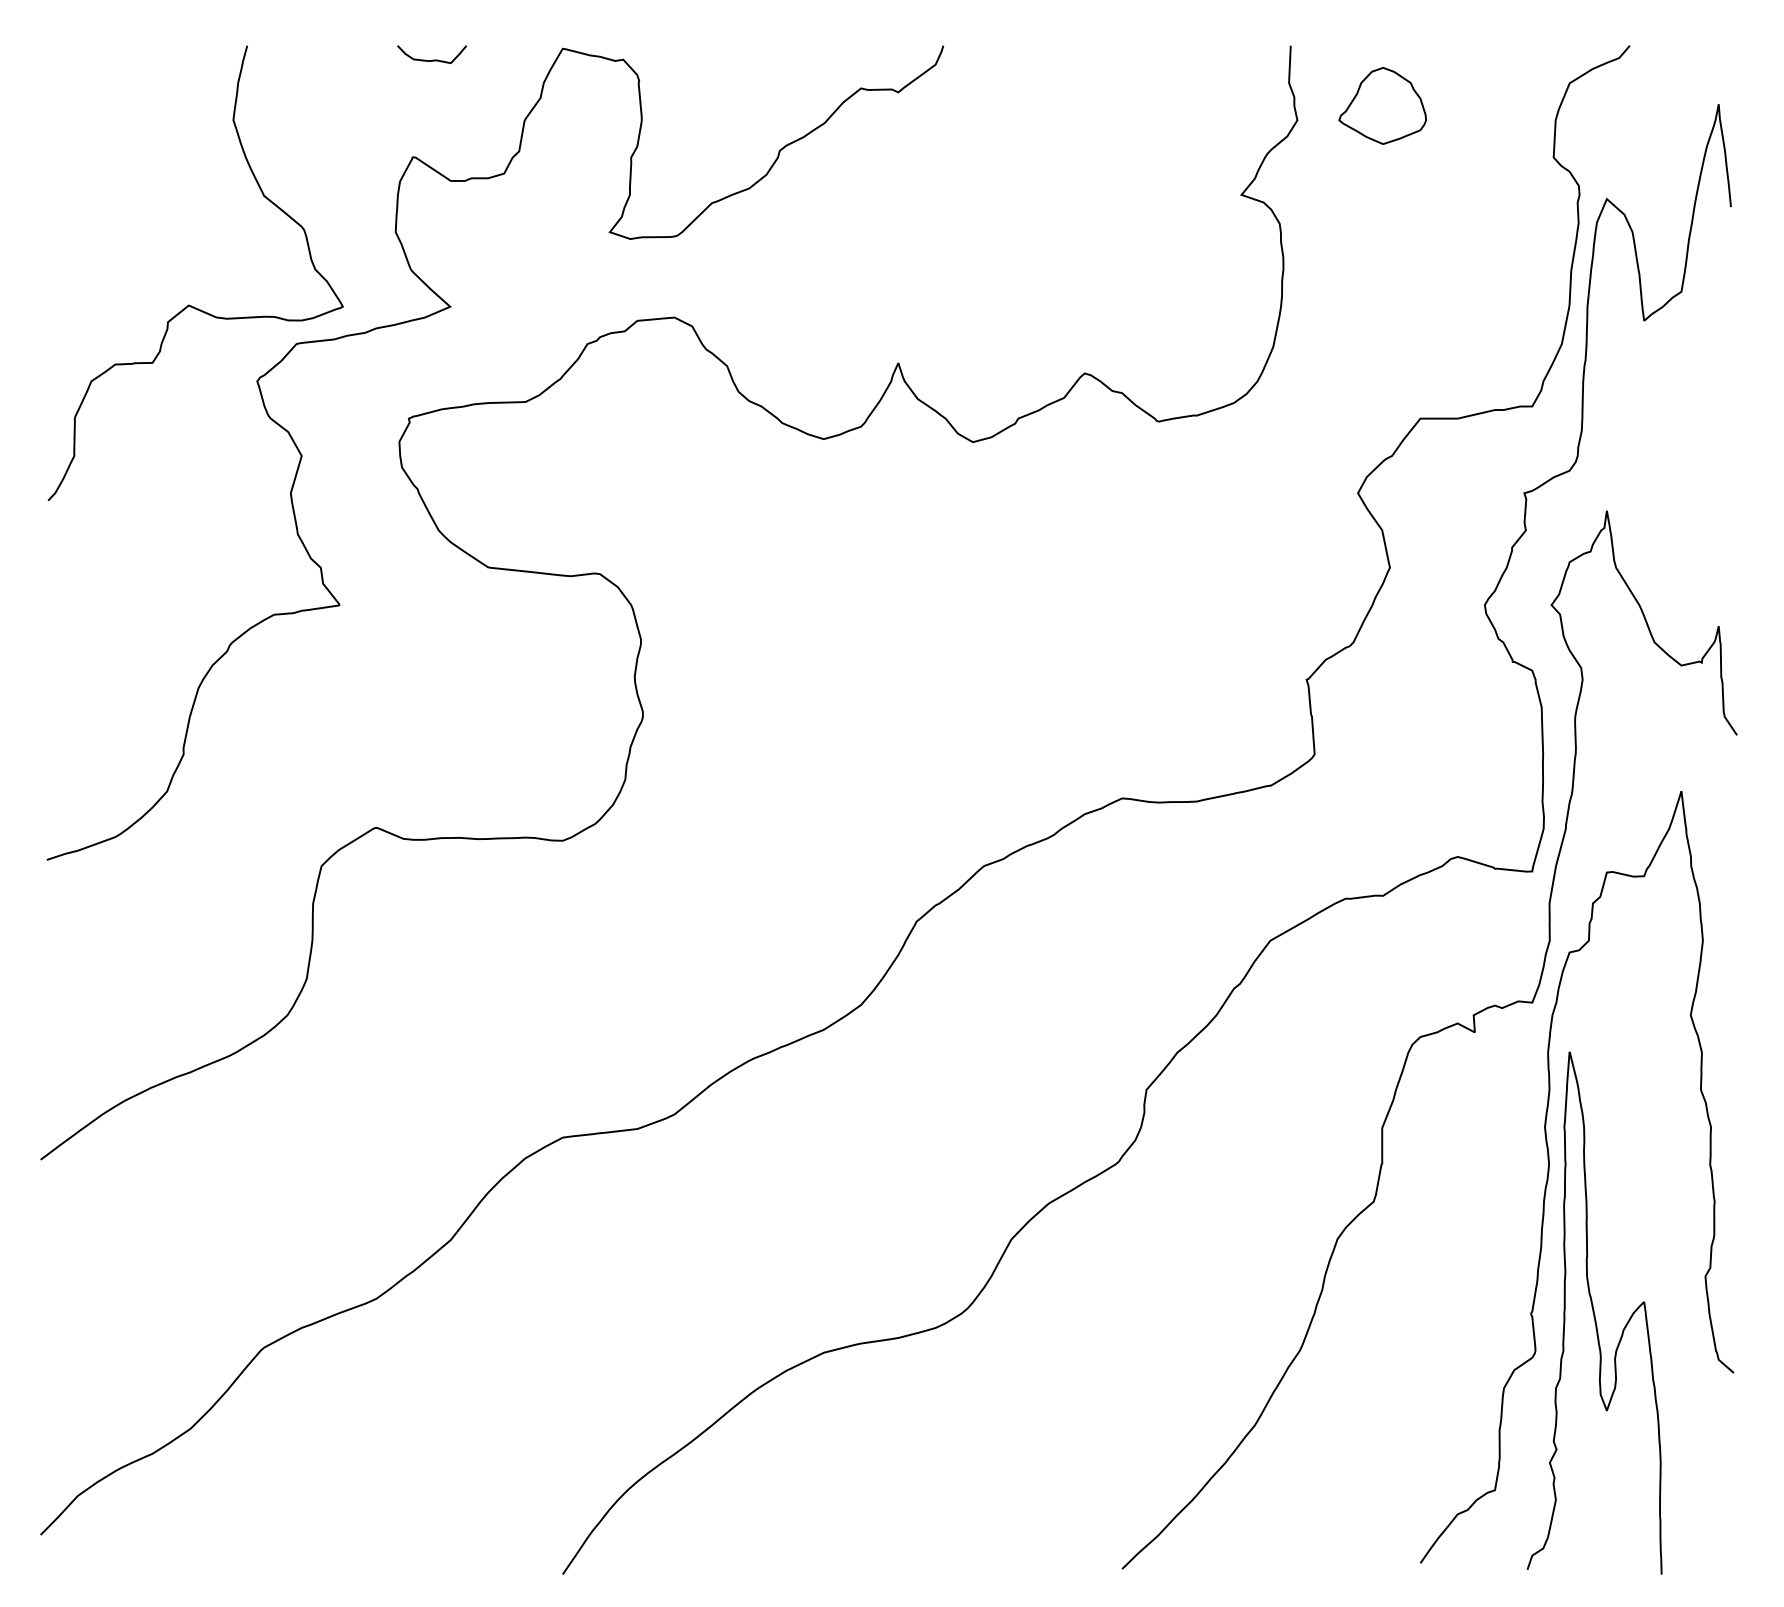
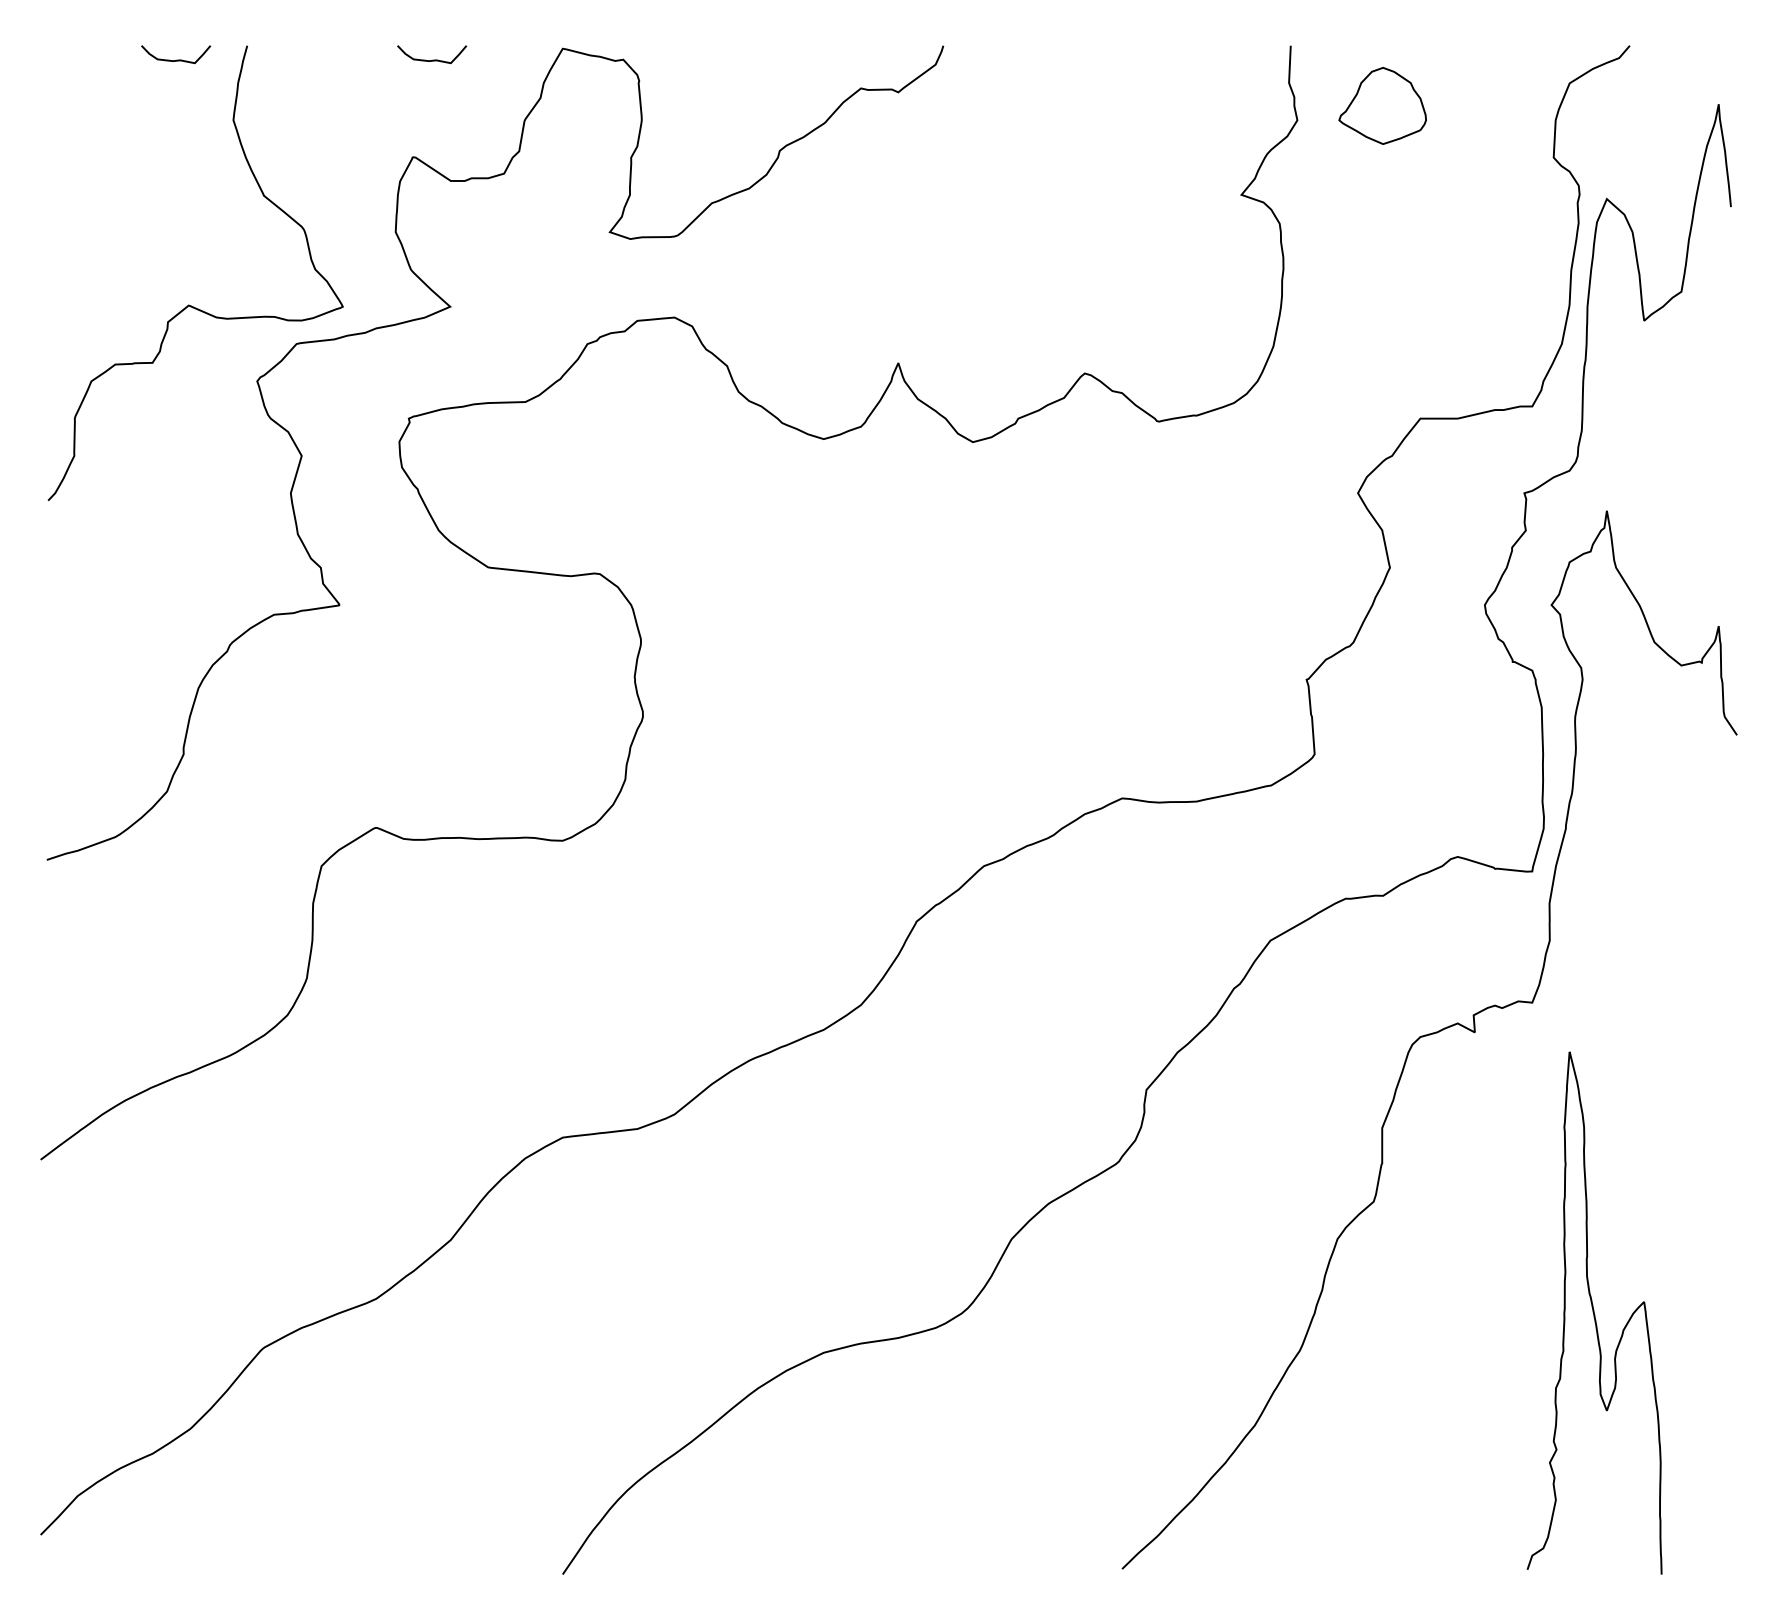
curve at (176, 59): none -> present
curve at (1549, 1173): present -> none
